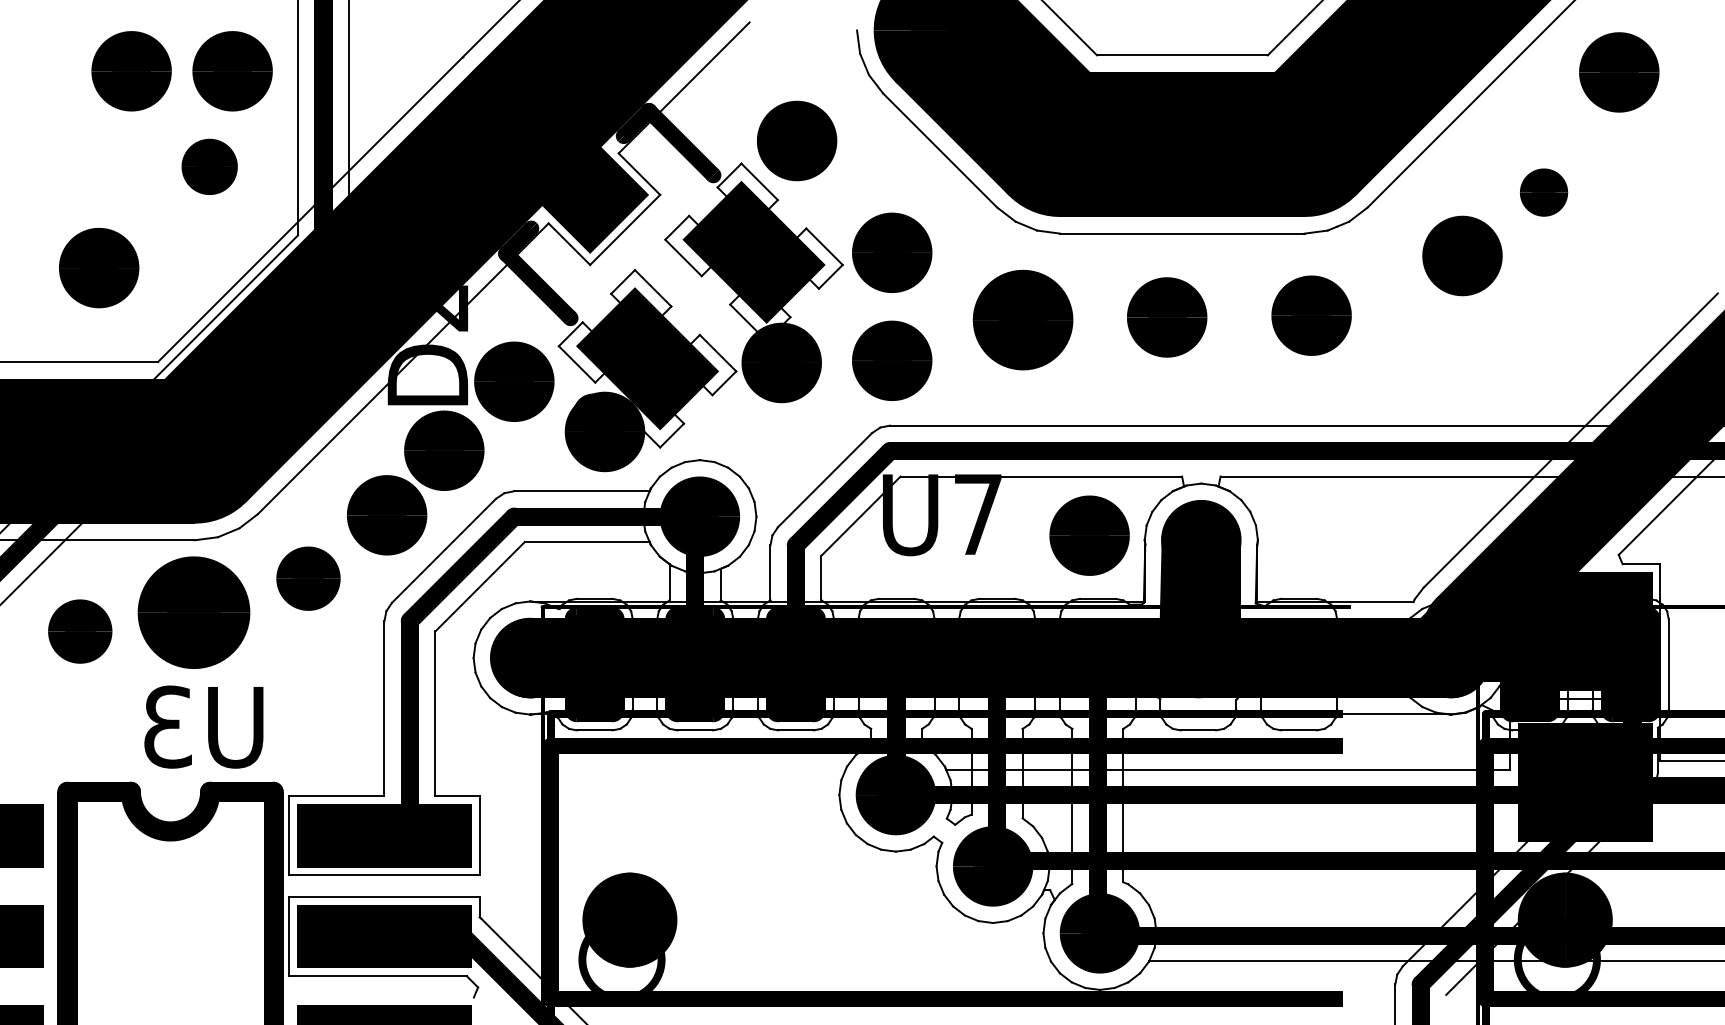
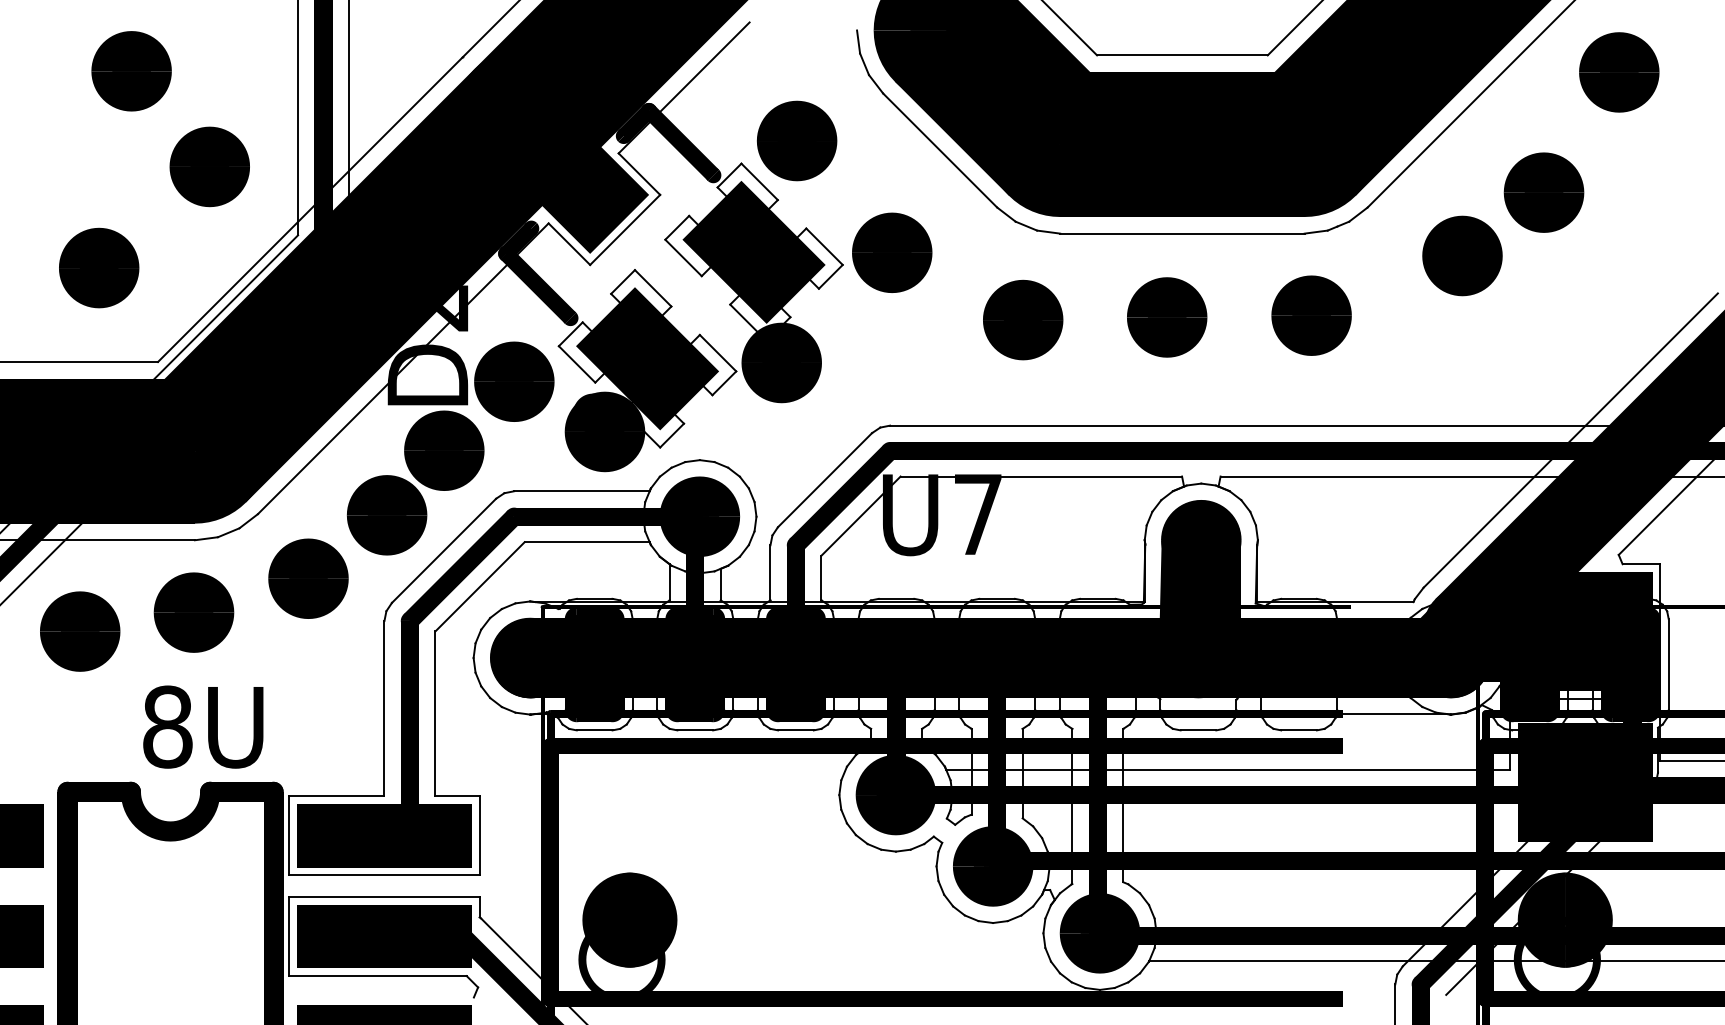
part at (232, 71): present -> none
part at (209, 166) size: 57x57 px -> 81x82 px
part at (1544, 192) size: 49x49 px -> 82x81 px
part at (1022, 319) size: 102x102 px -> 81x82 px
part at (892, 360): present -> none
part at (1089, 535): present -> none
part at (308, 578) size: 65x65 px -> 81x81 px
part at (193, 612) size: 114x113 px -> 82x81 px
part at (80, 631) size: 65x65 px -> 81x81 px
text at (167, 726): U3 -> U8
